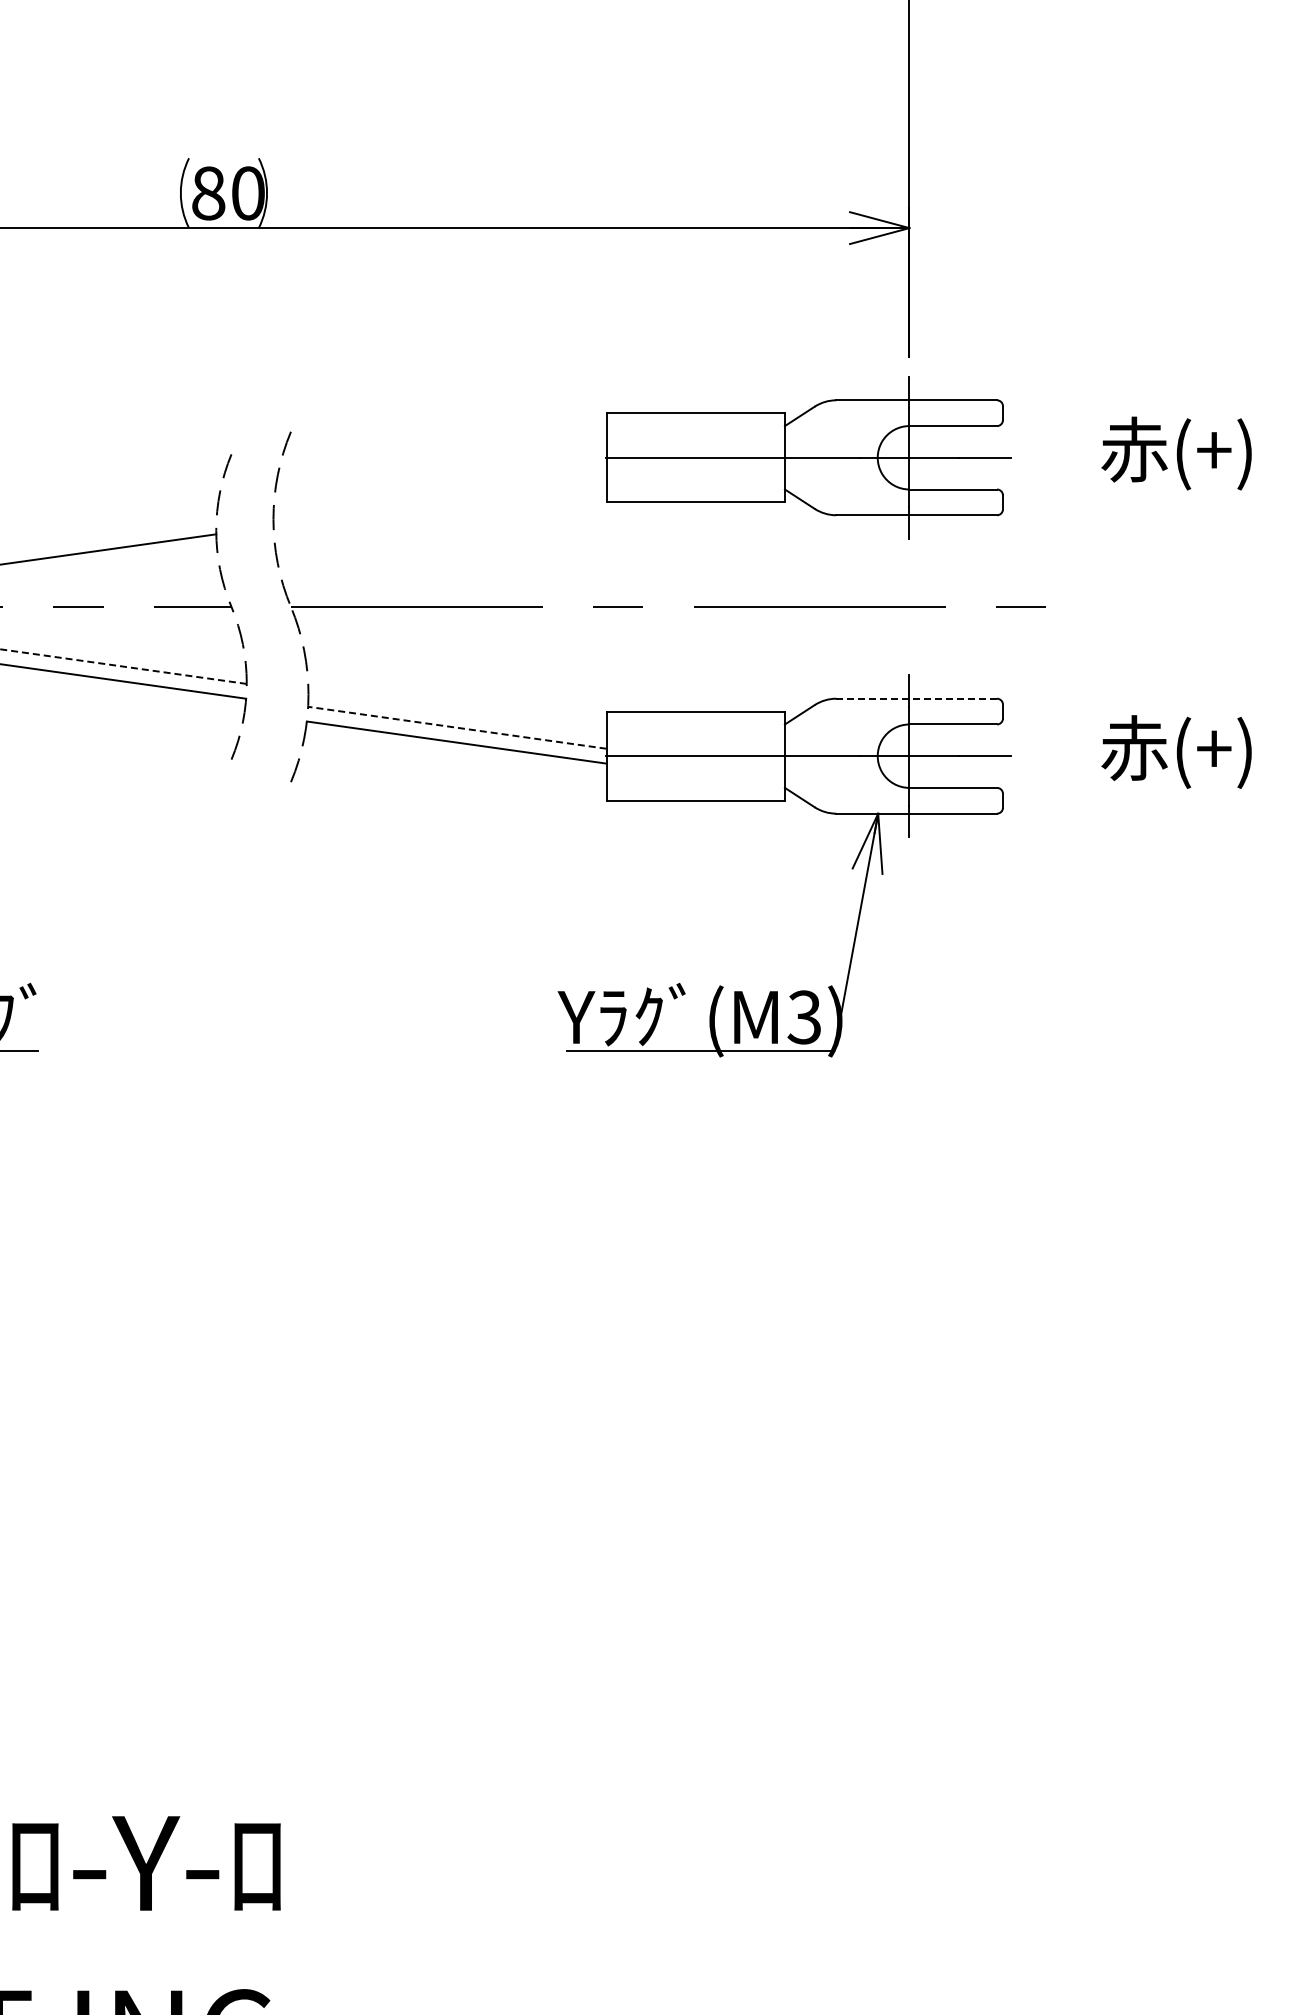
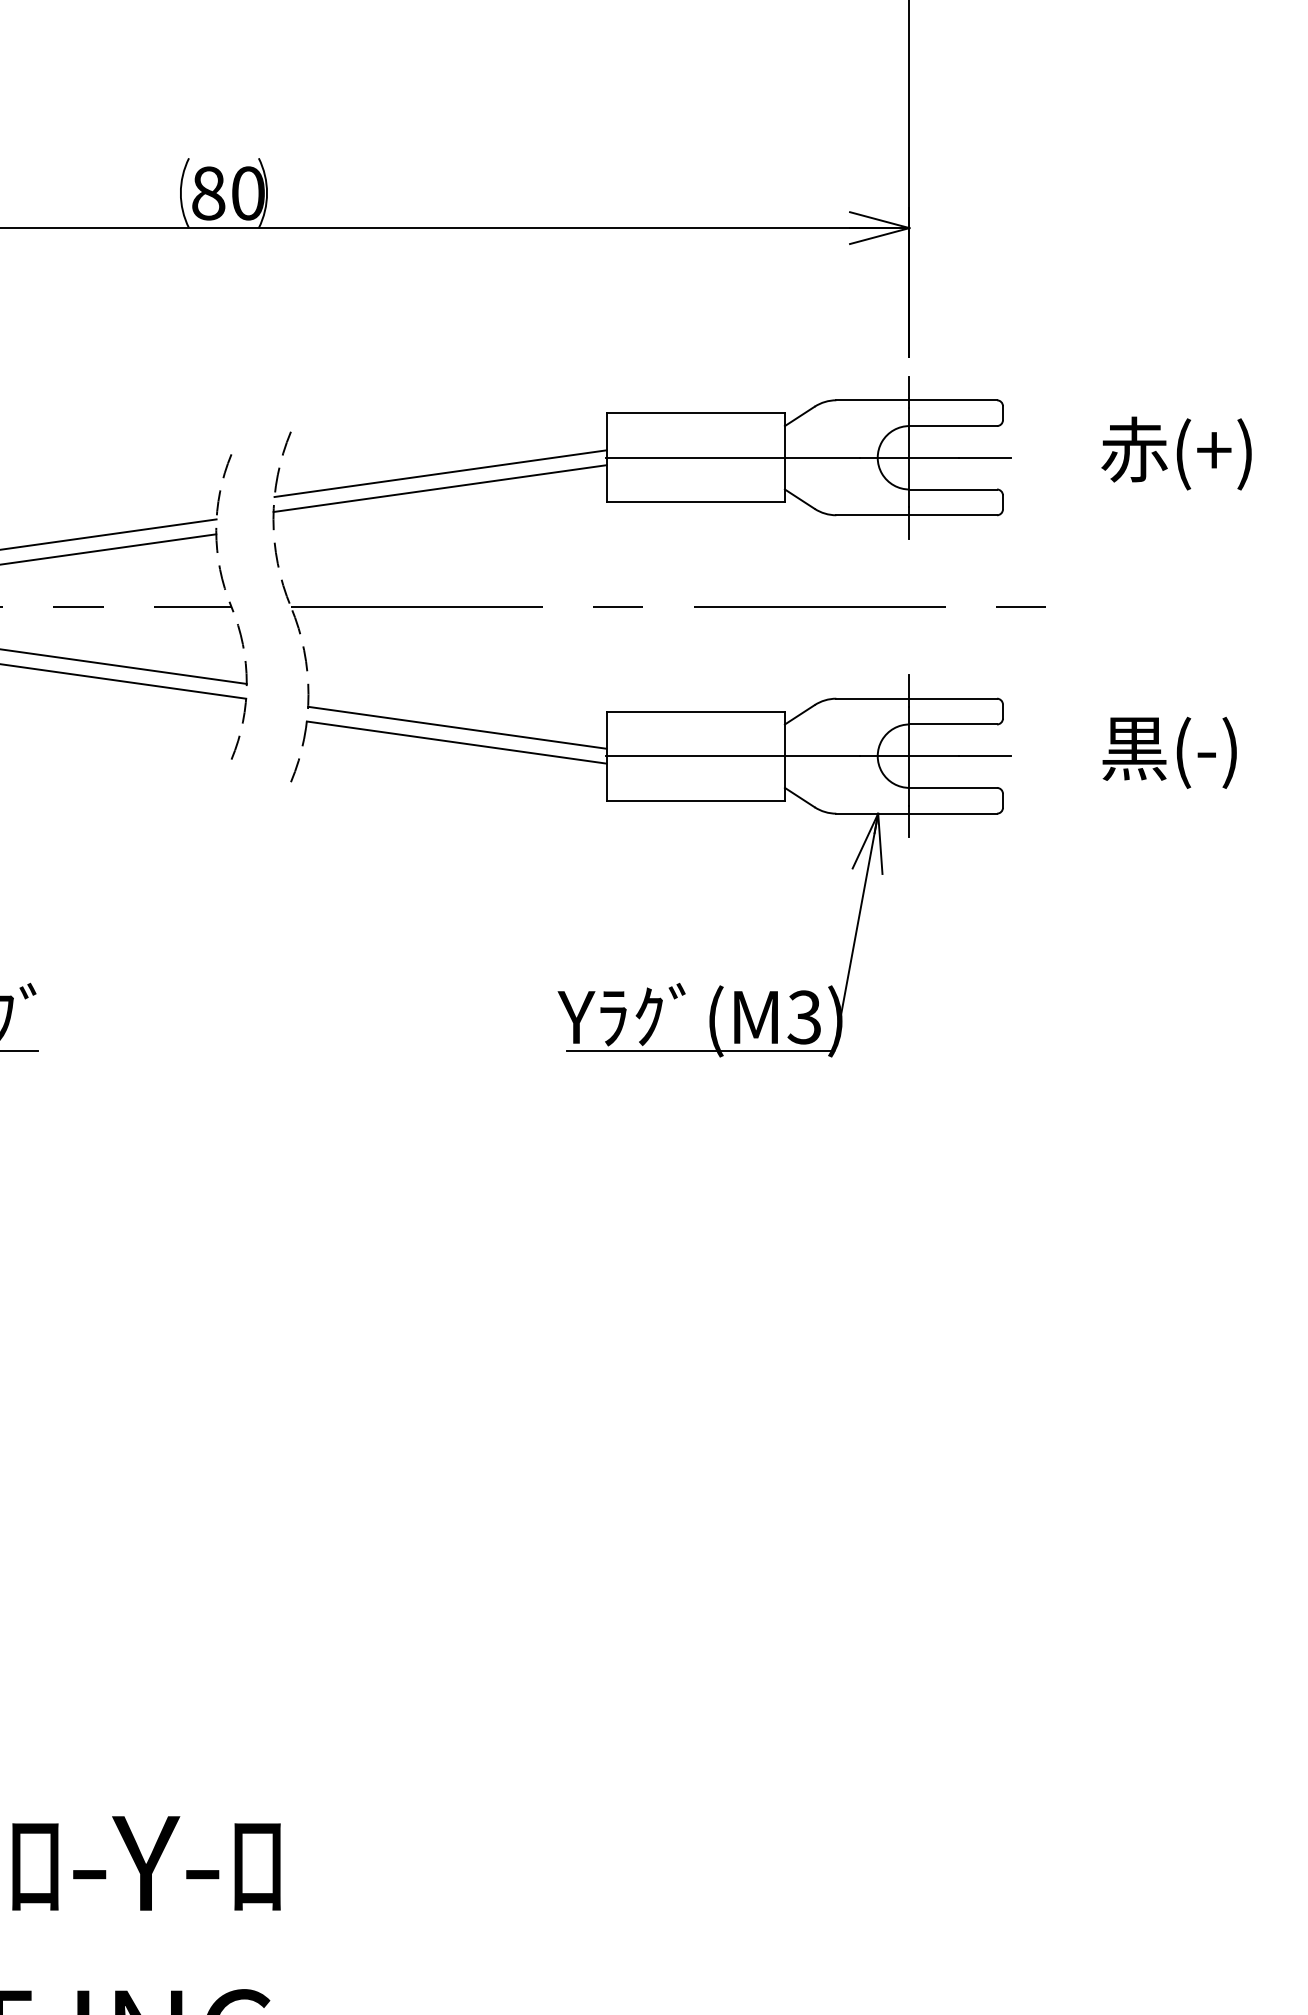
line at (440, 473): none -> present
line at (439, 488): none -> present
line at (109, 534): none -> present
line at (123, 666): dashed -> solid
line at (917, 698): dashed -> solid
line at (457, 727): dashed -> solid
text at (1176, 751): 赤(+) -> 黒(-)
